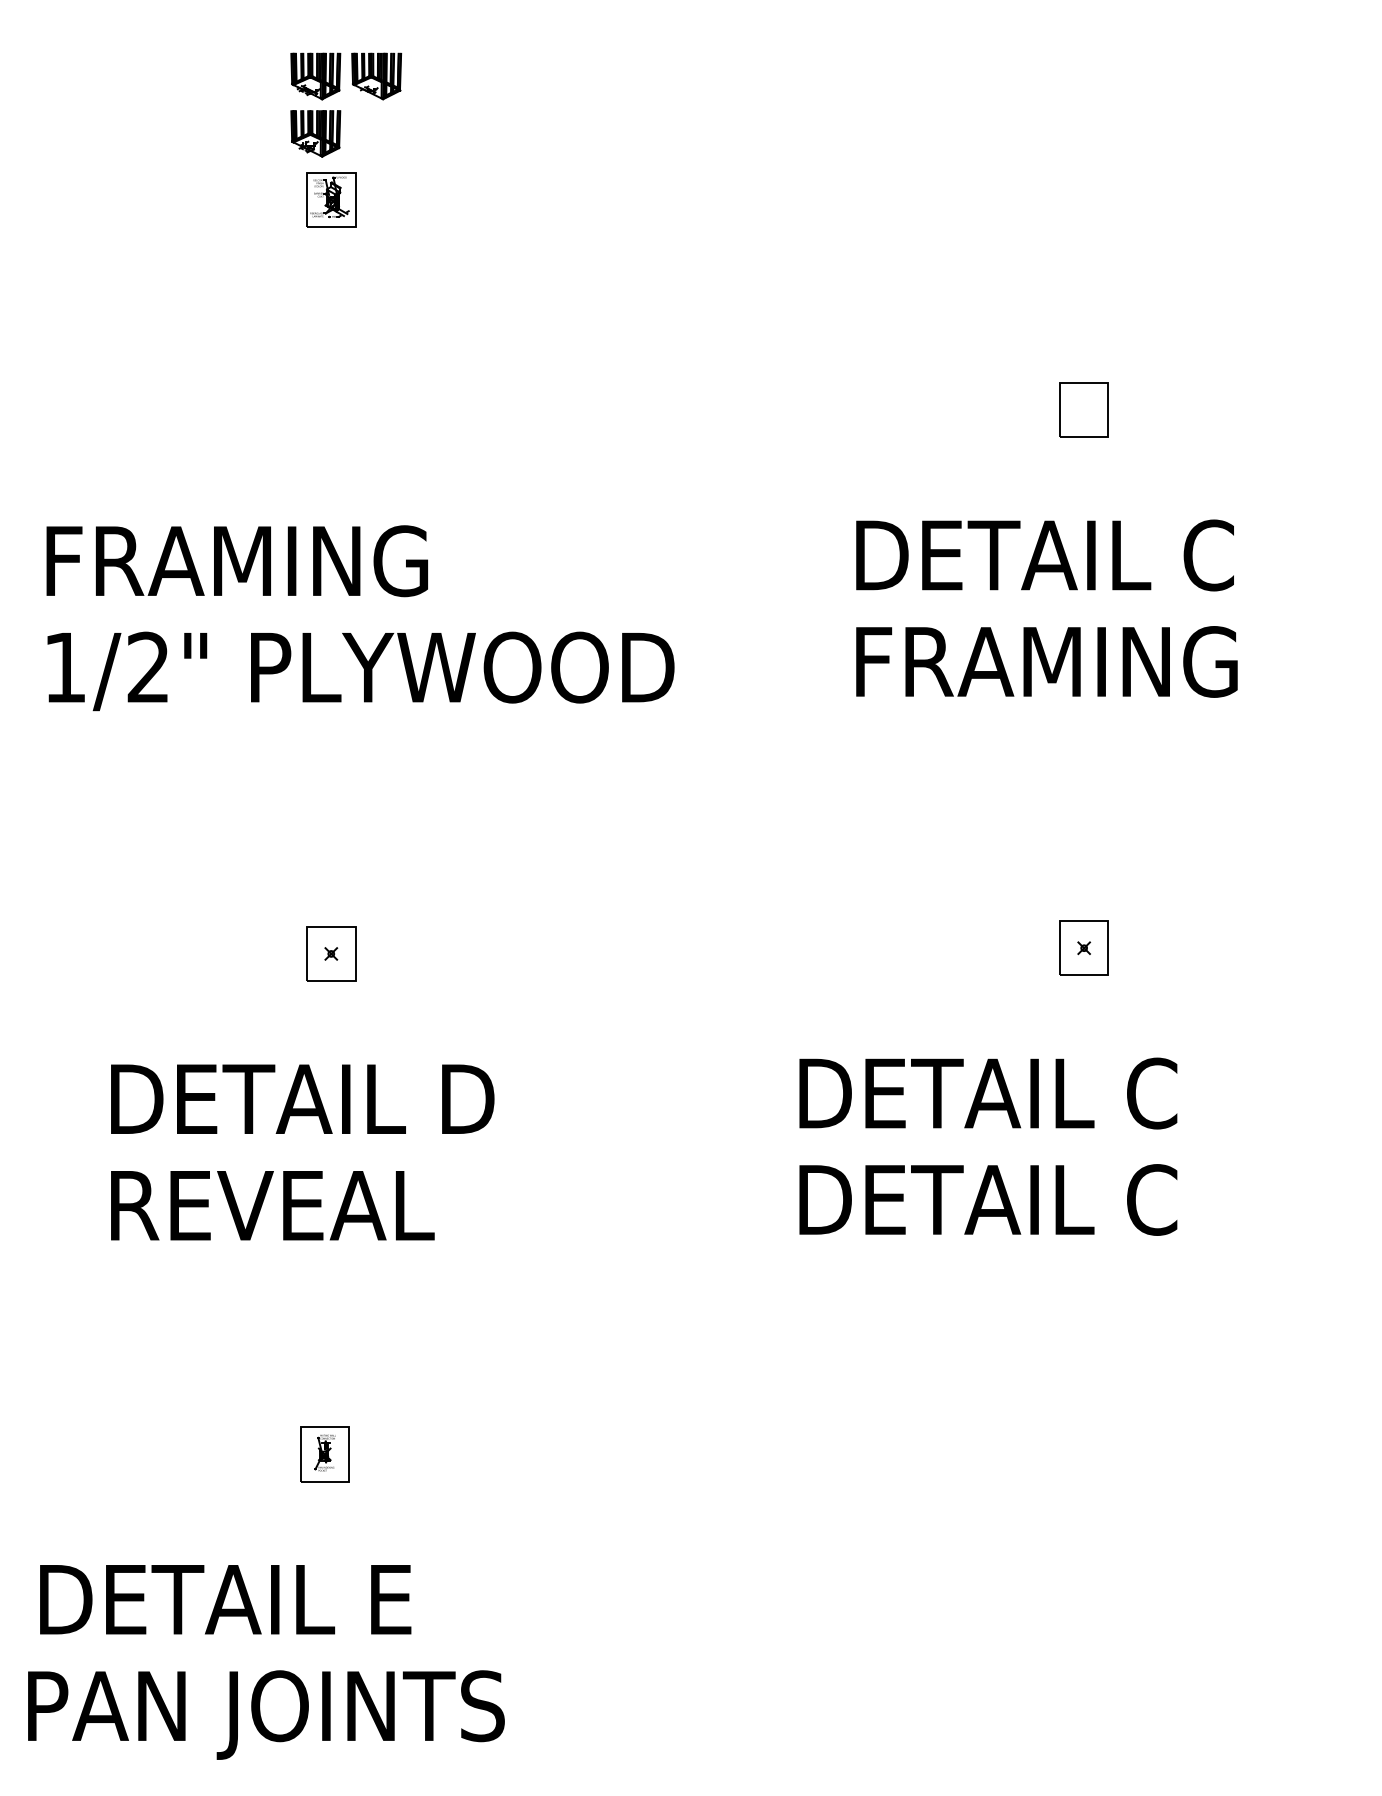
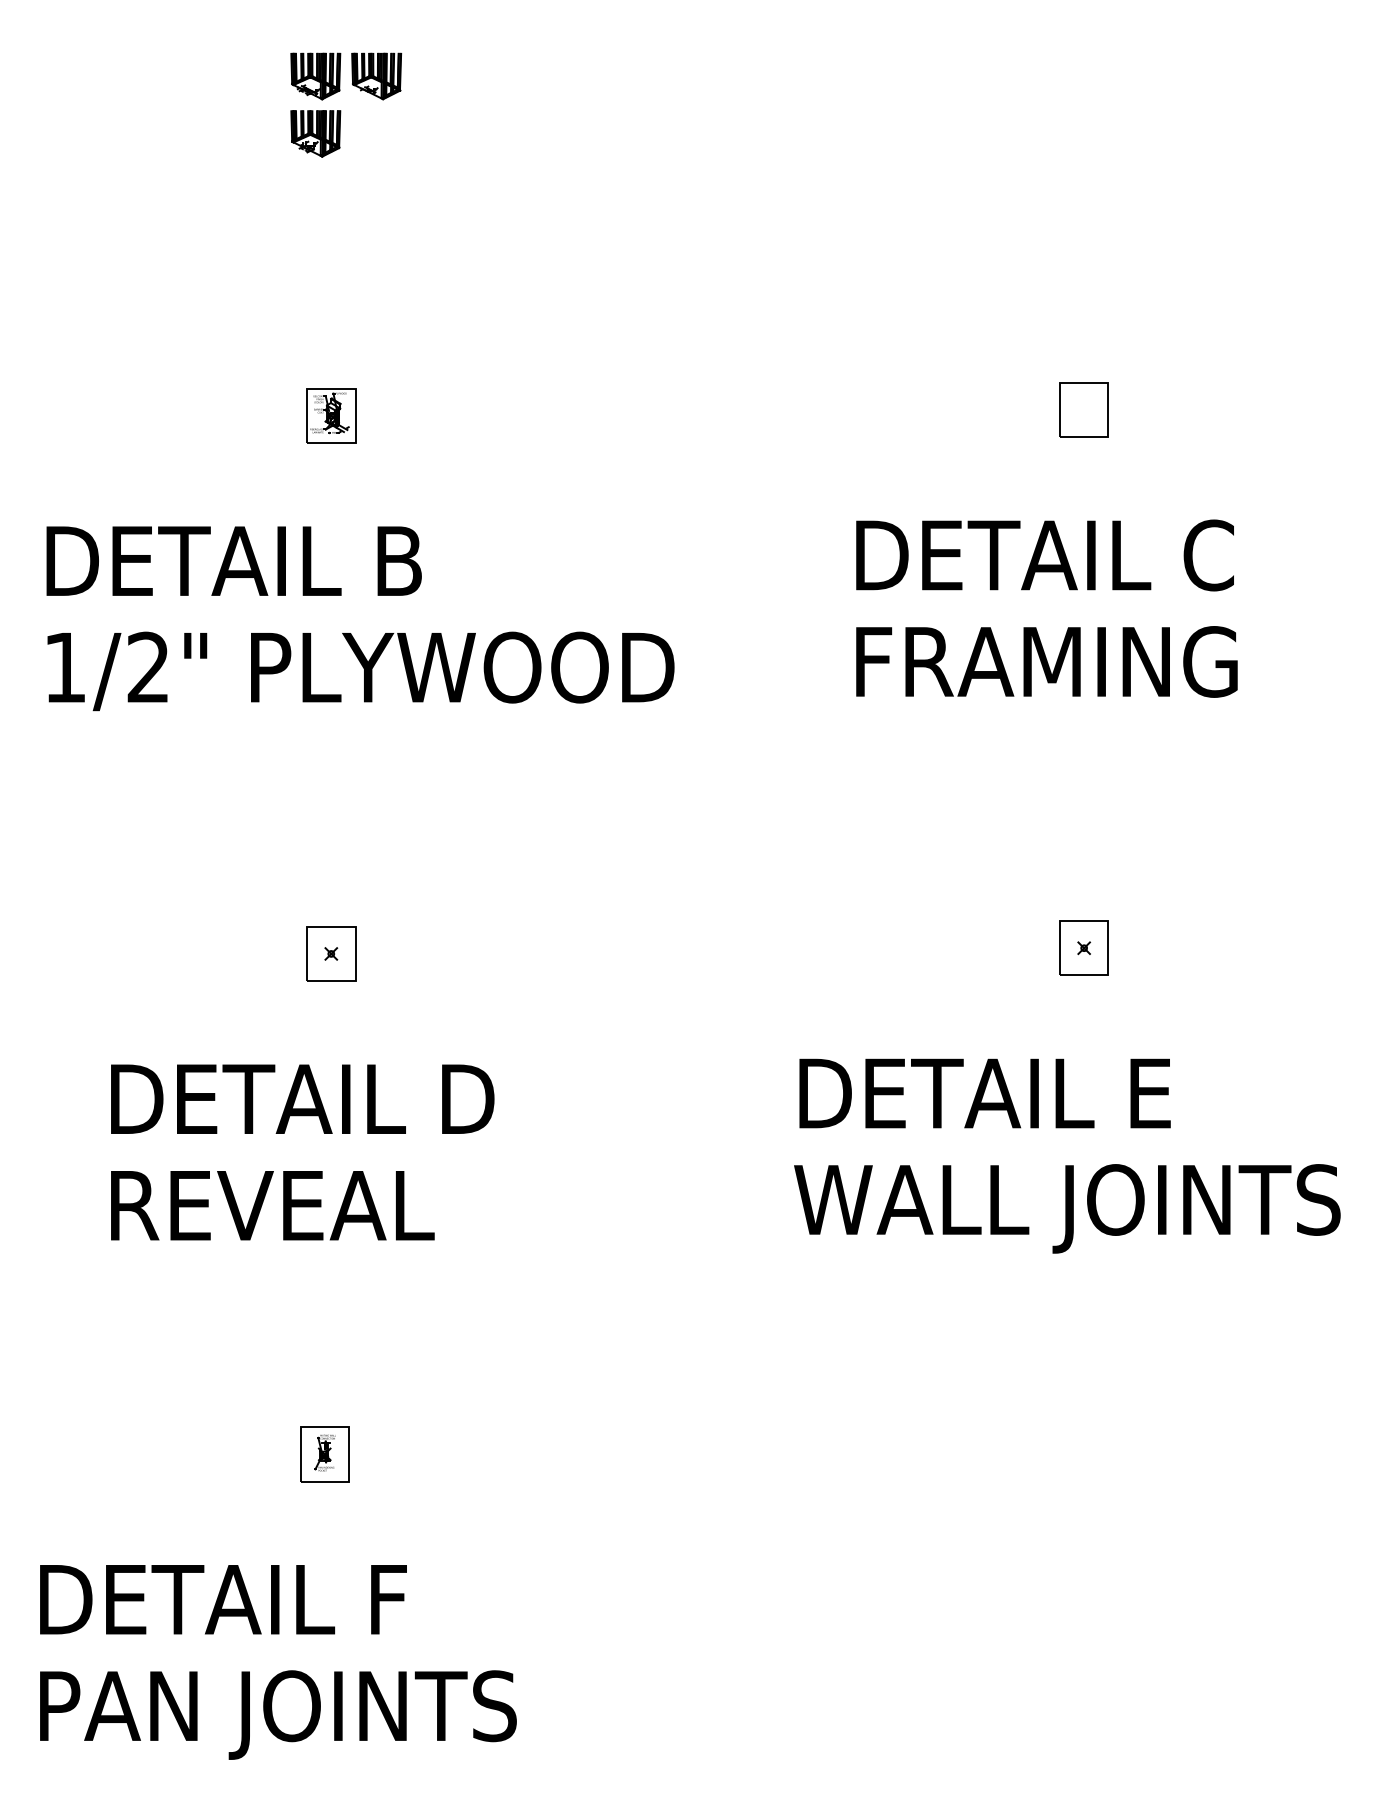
part at (331, 199) position: (331, 199) -> (331, 415)
text at (241, 561): FRAMING -> DETAIL B
text at (1152, 1093): DETAIL C -> DETAIL E
text at (1067, 1208): DETAIL C -> WALL JOINTS
text at (395, 1599): DETAIL E -> DETAIL F
text at (266, 1714) position: (266, 1714) -> (278, 1714)
